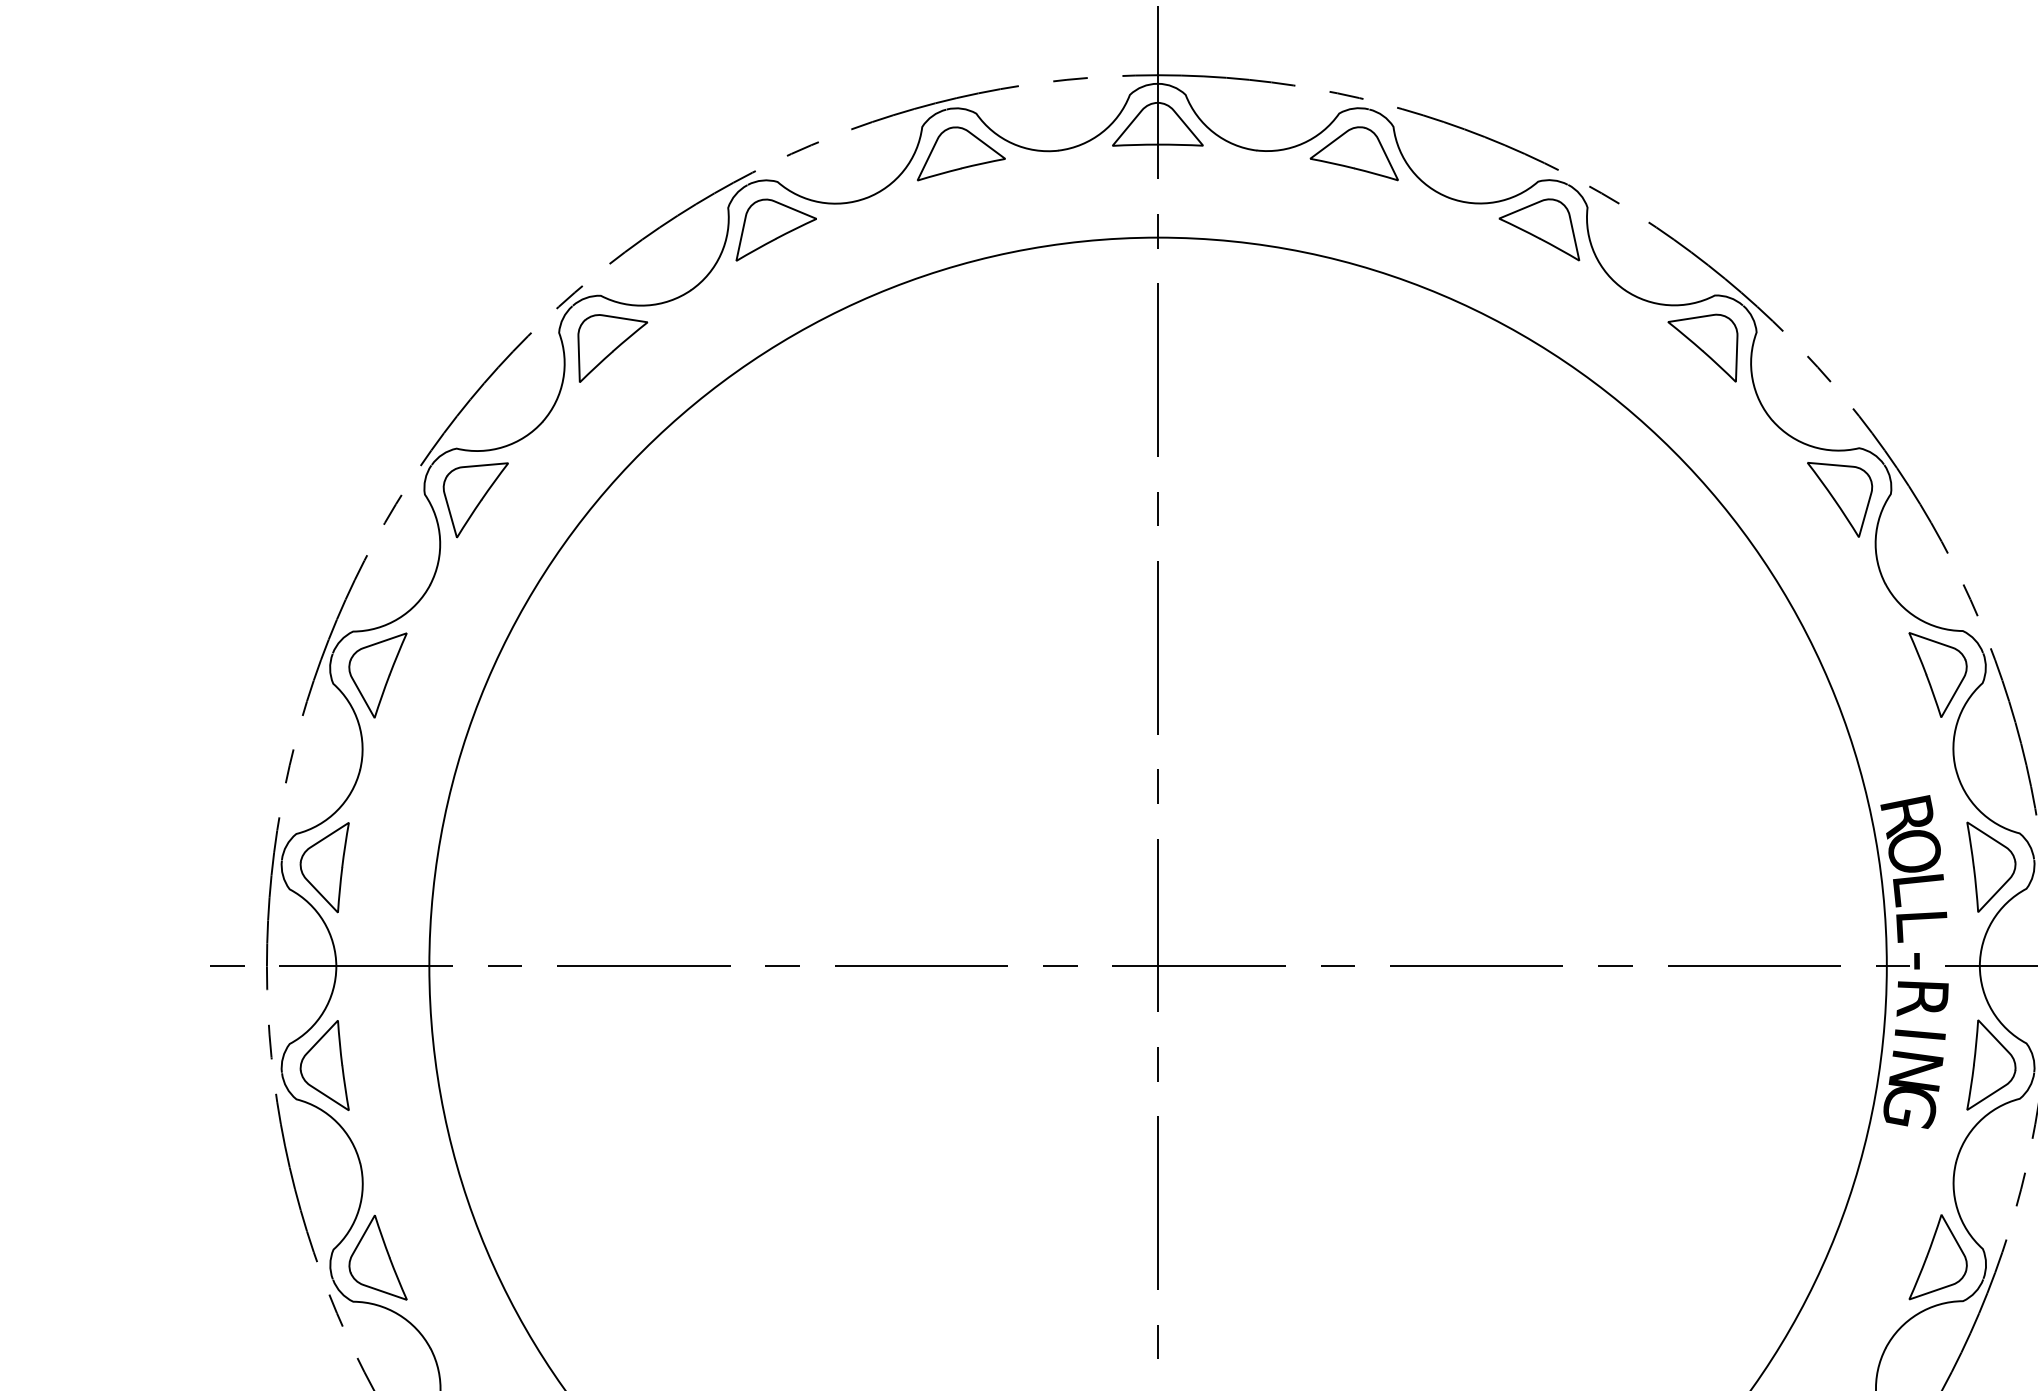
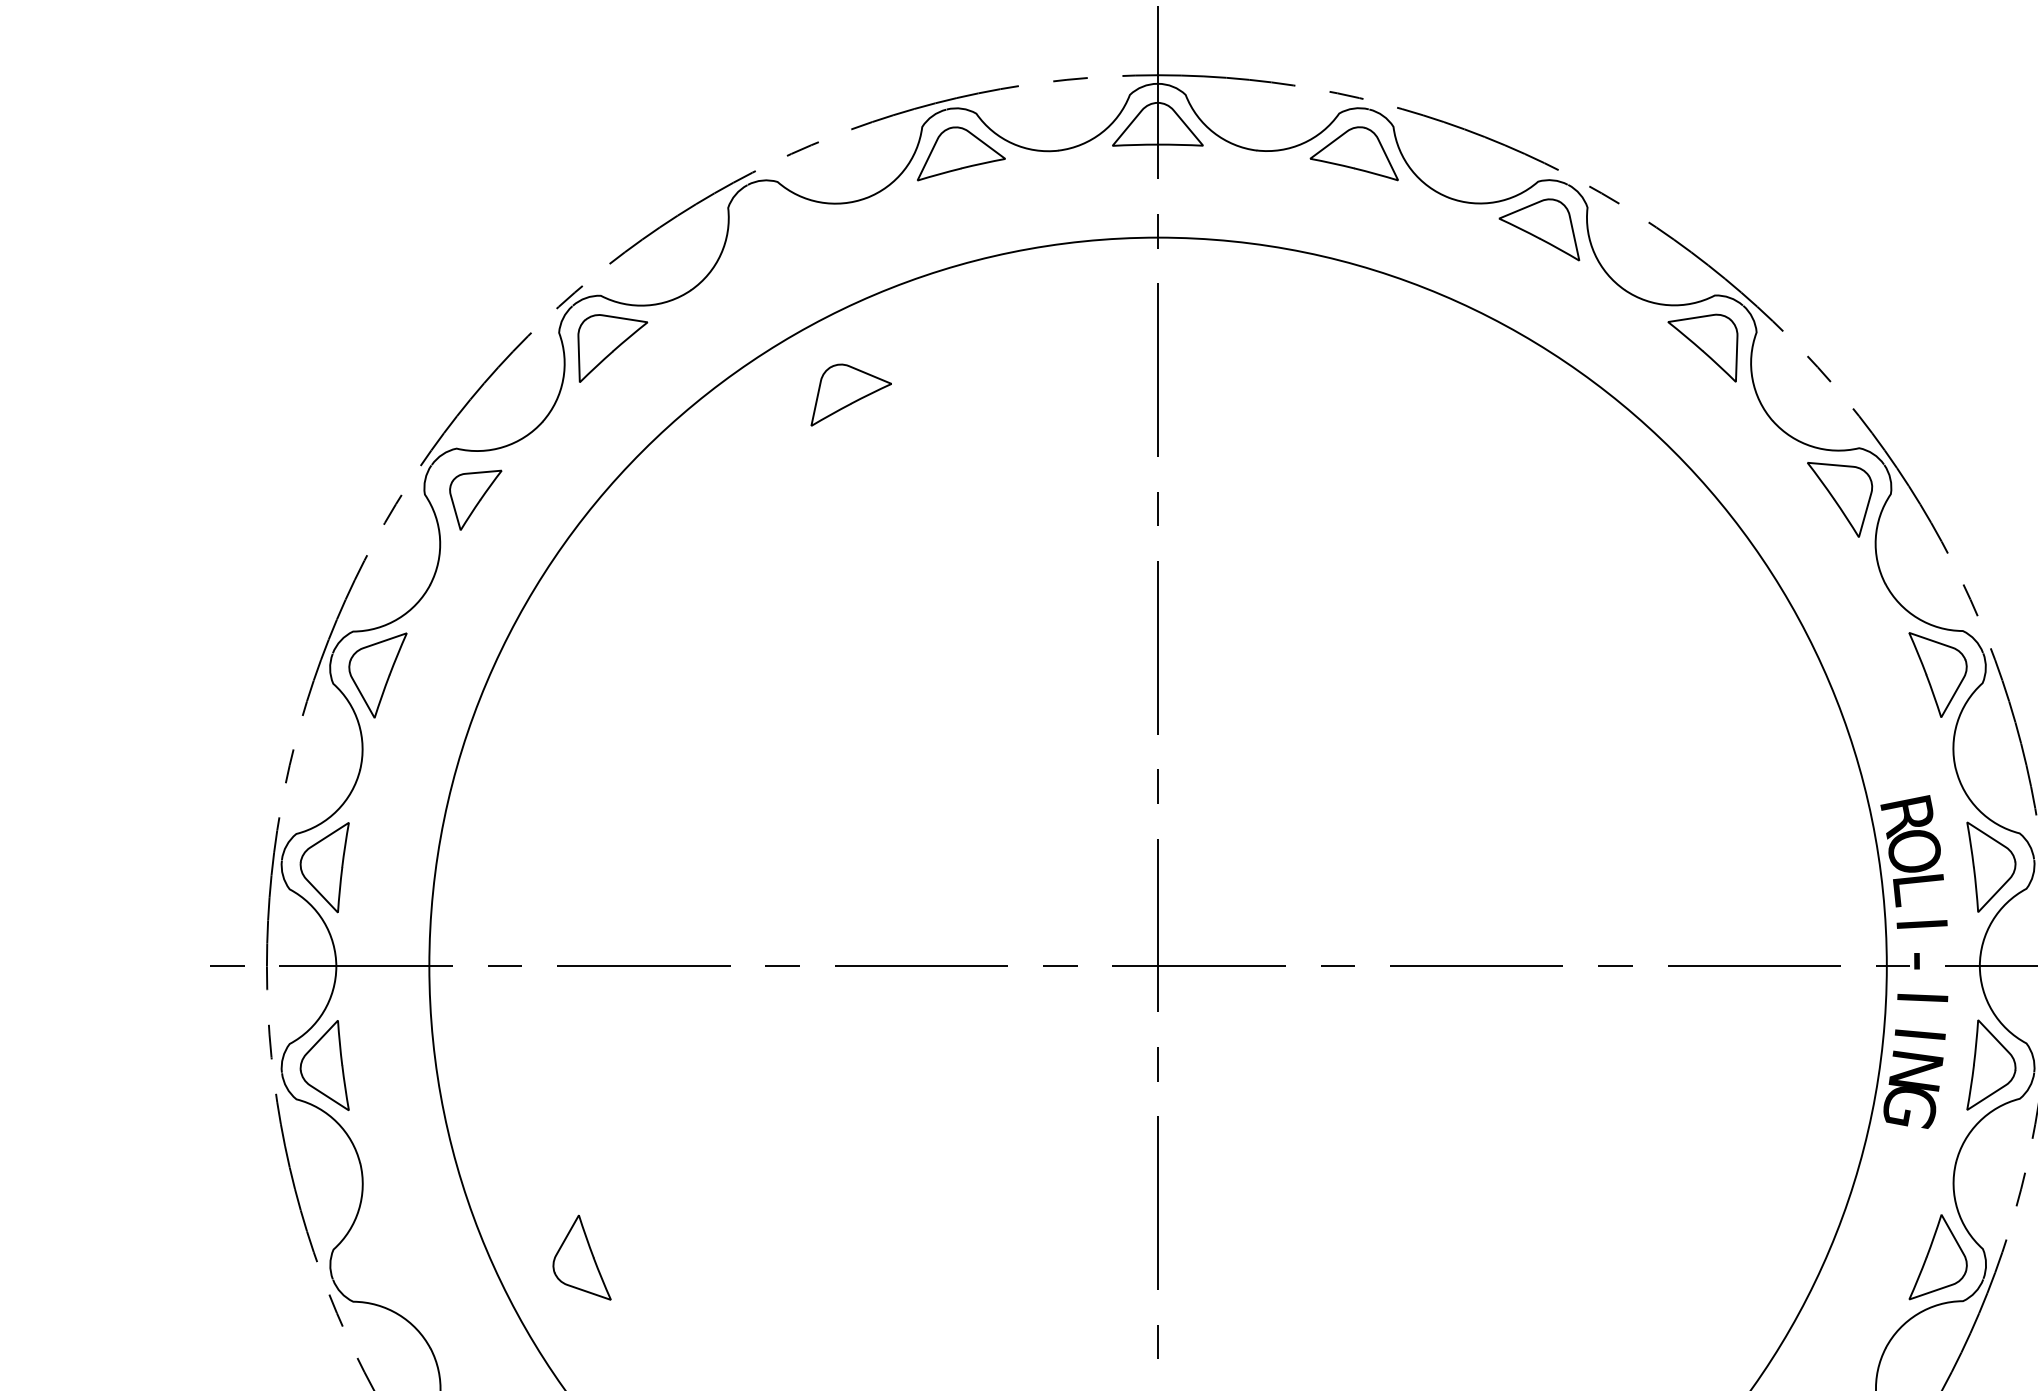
part at (775, 229) position: (775, 229) -> (850, 394)
part at (475, 500) size: 67x77 px -> 54x62 px
text at (1921, 926): L -> I
text at (1922, 998): R -> I
part at (377, 1257) position: (377, 1257) -> (581, 1257)
